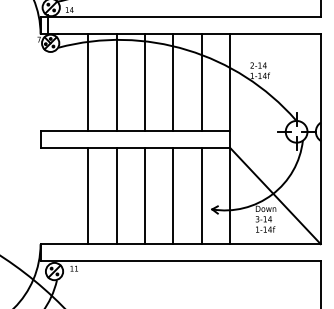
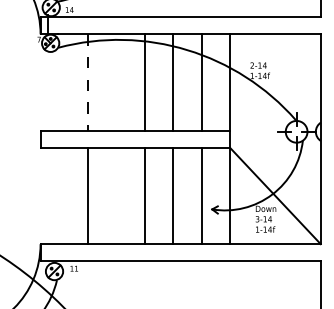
line at (116, 82): present -> none
line at (88, 83): solid -> dashed
line at (116, 195): present -> none
